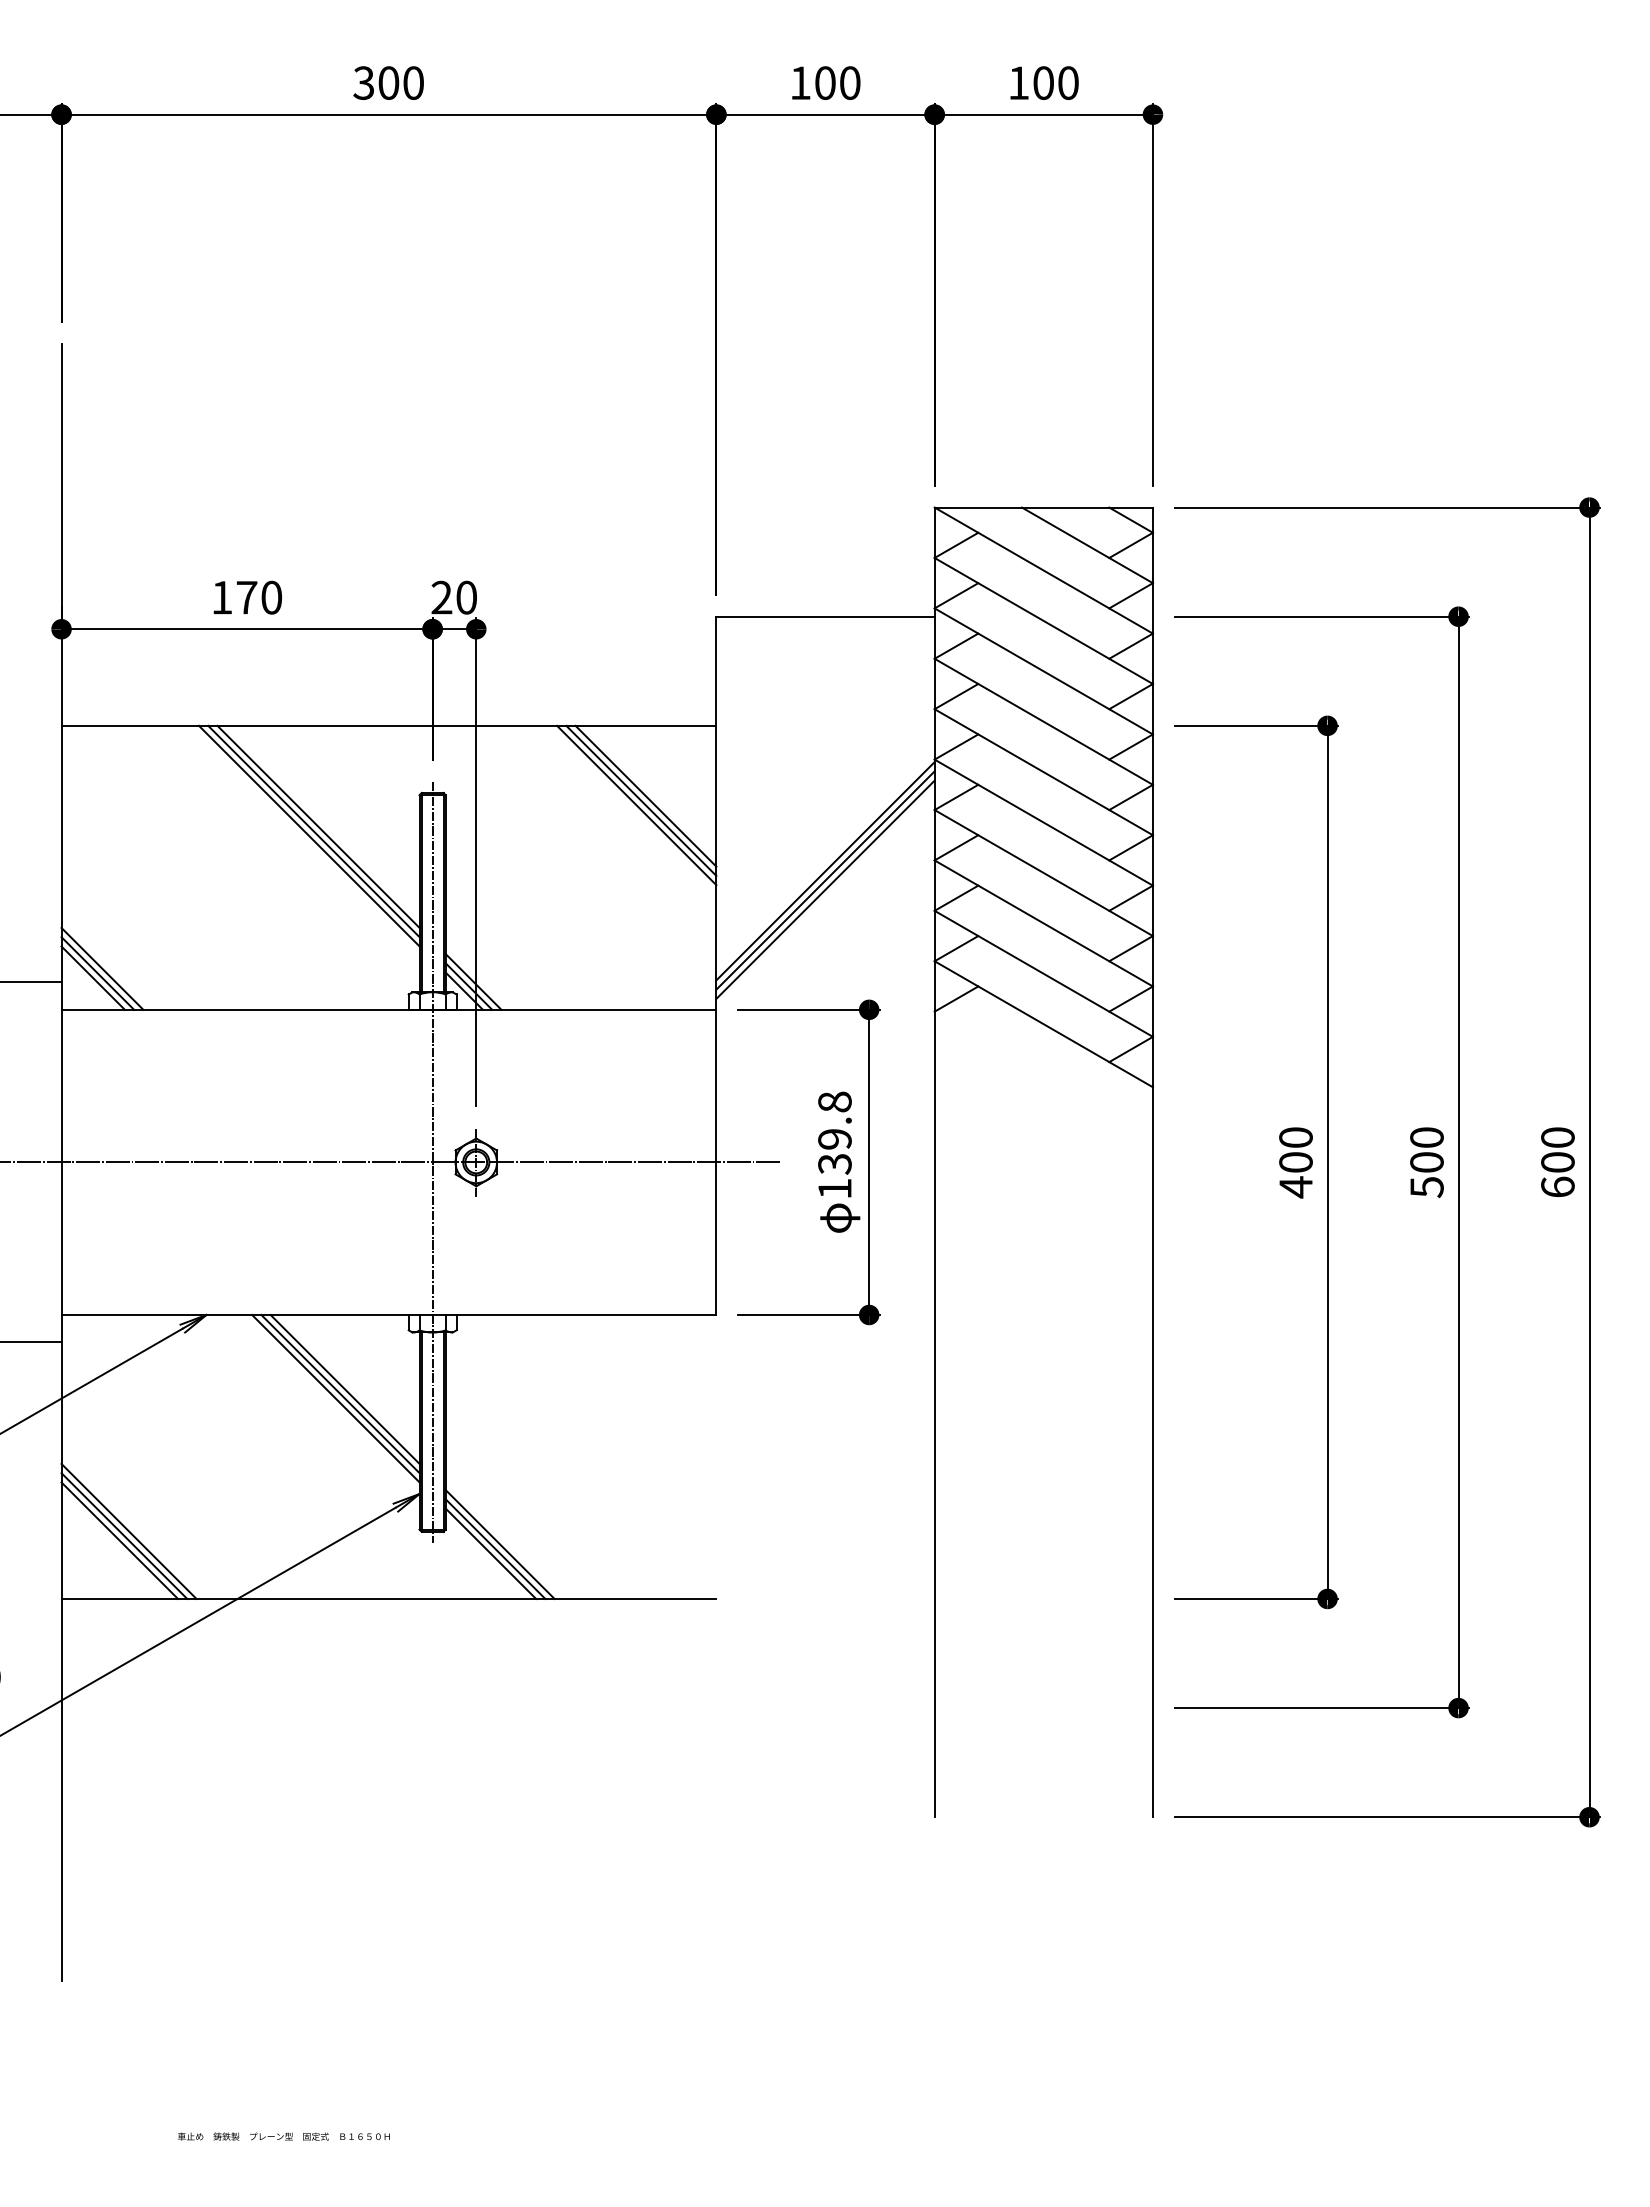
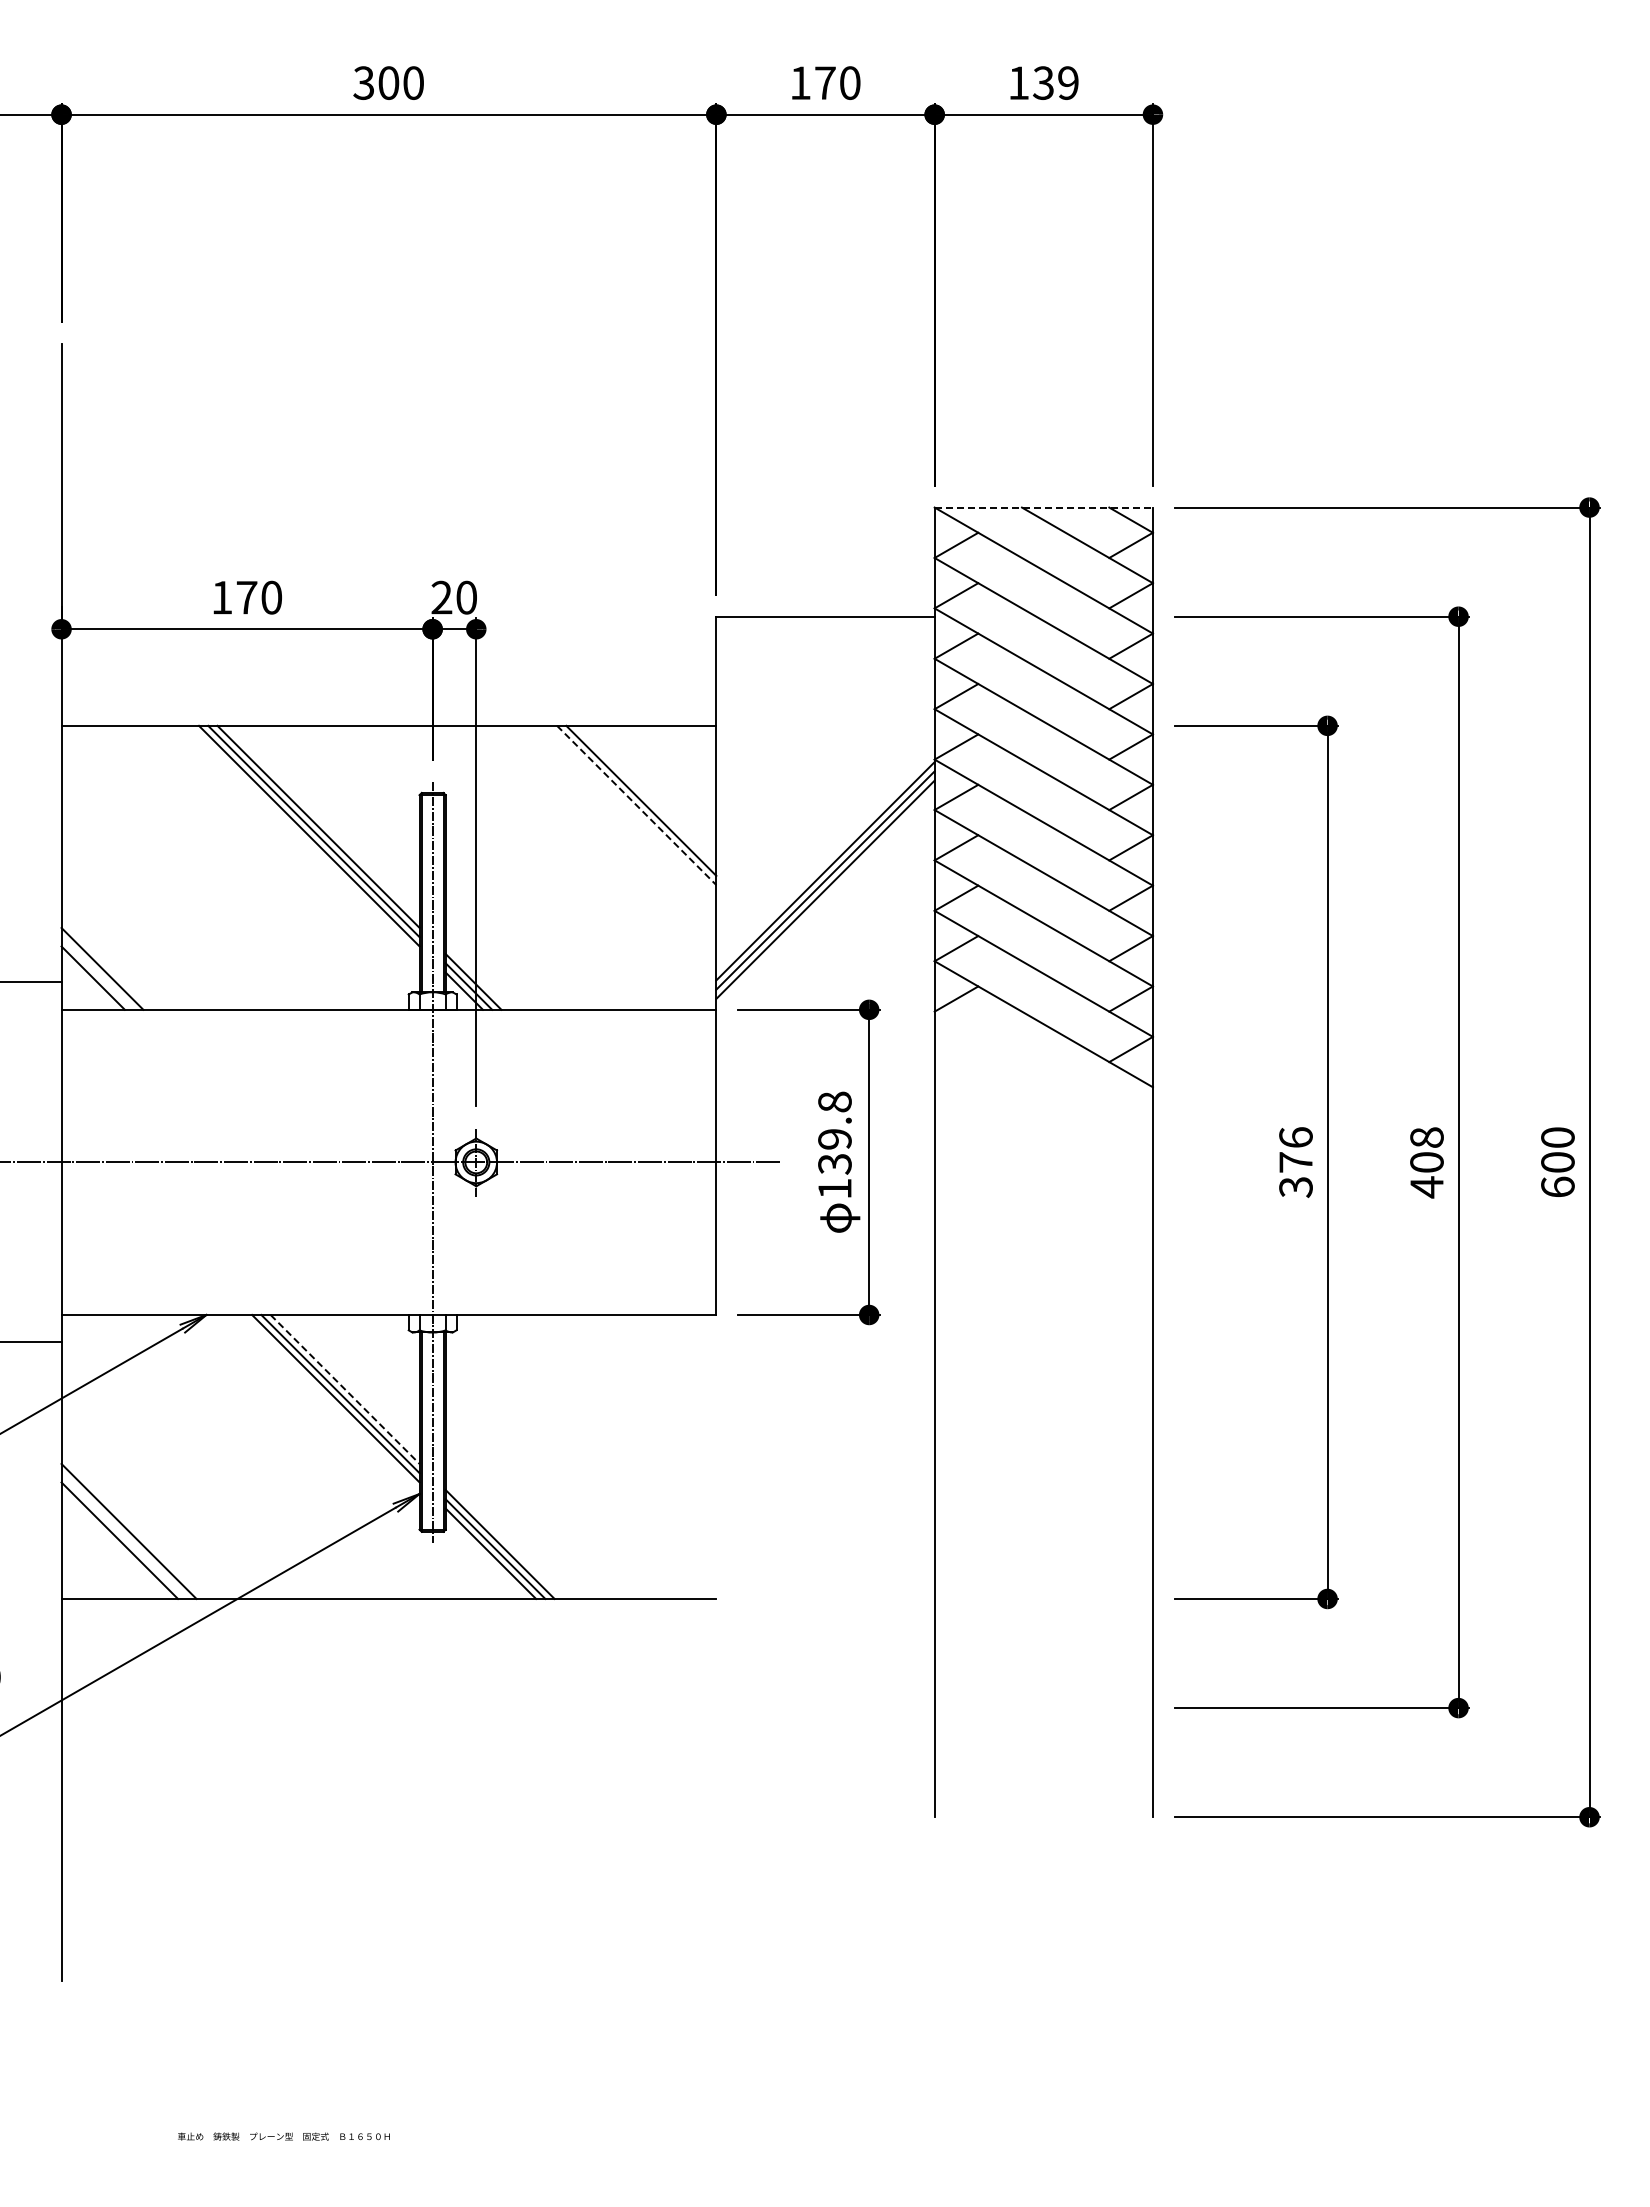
text at (825, 82): 100 -> 170
text at (1055, 82): 100 -> 139
line at (1044, 507): solid -> dashed
line at (645, 795): present -> none
line at (636, 805): solid -> dashed
line at (97, 973): present -> none
text at (1295, 1162): 400 -> 376
text at (1426, 1162): 500 -> 408
line at (345, 1389): solid -> dashed
line at (124, 1535): present -> none
